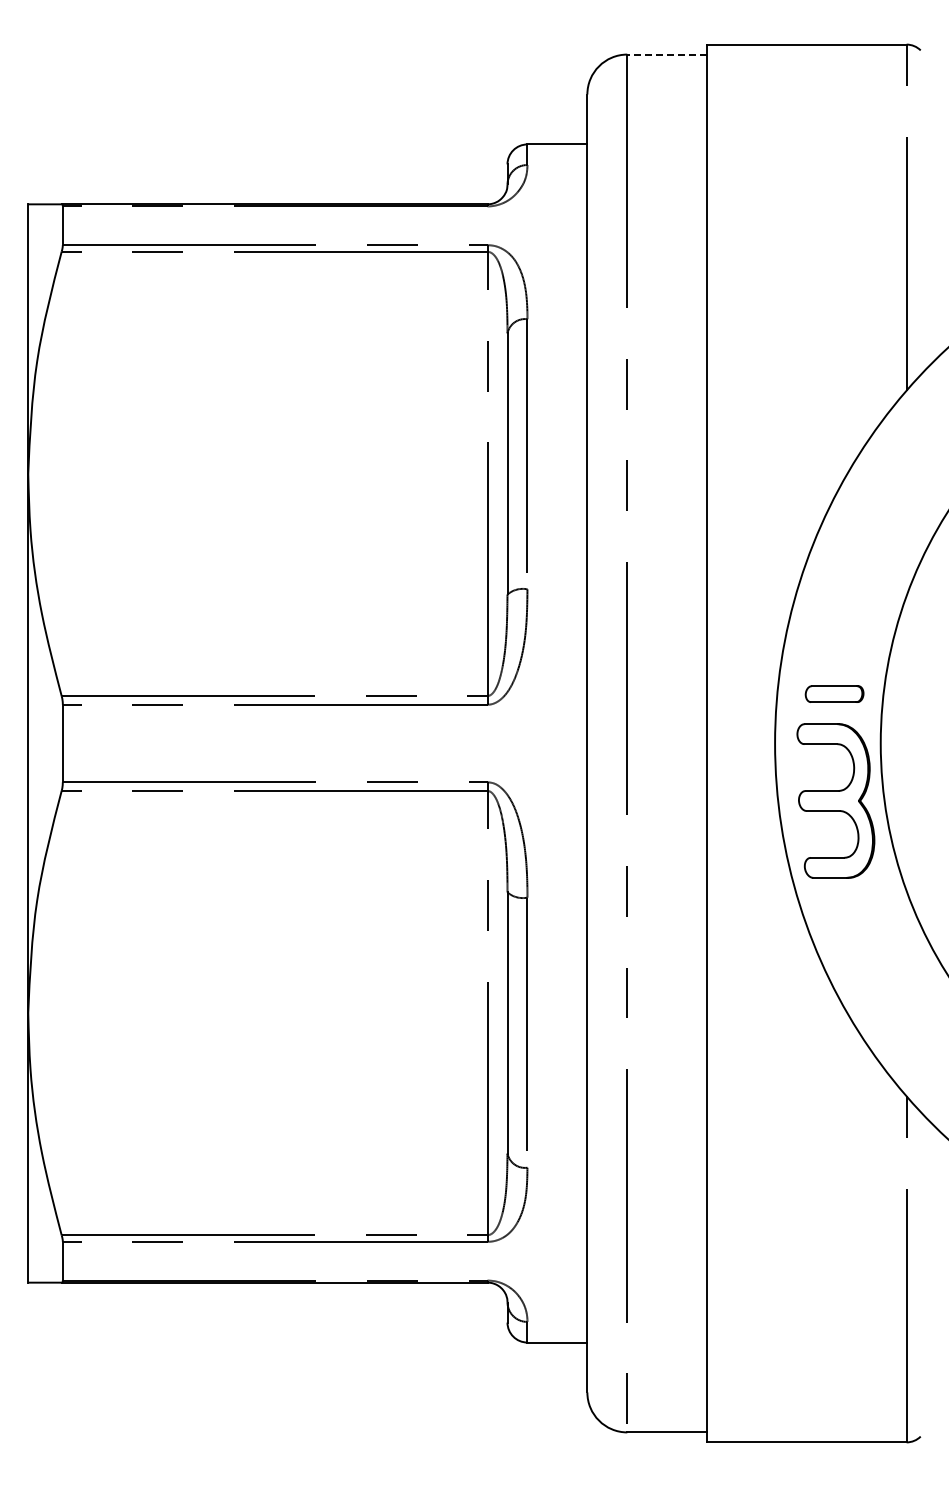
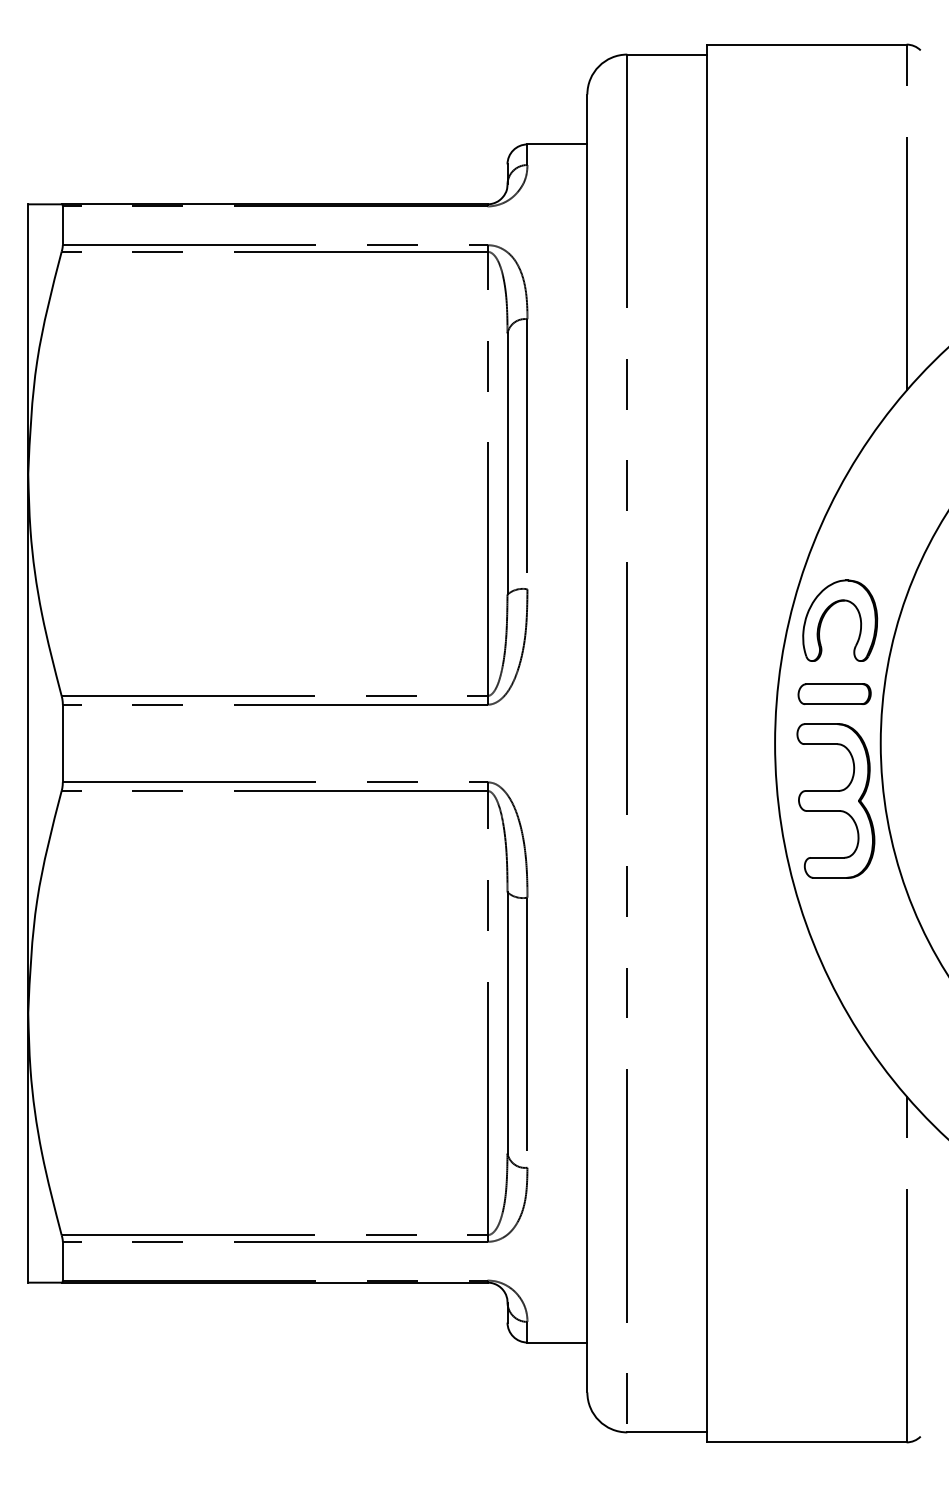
line at (667, 54): dashed -> solid
part at (829, 609): none -> present
part at (834, 693) size: 61x18 px -> 75x22 px
